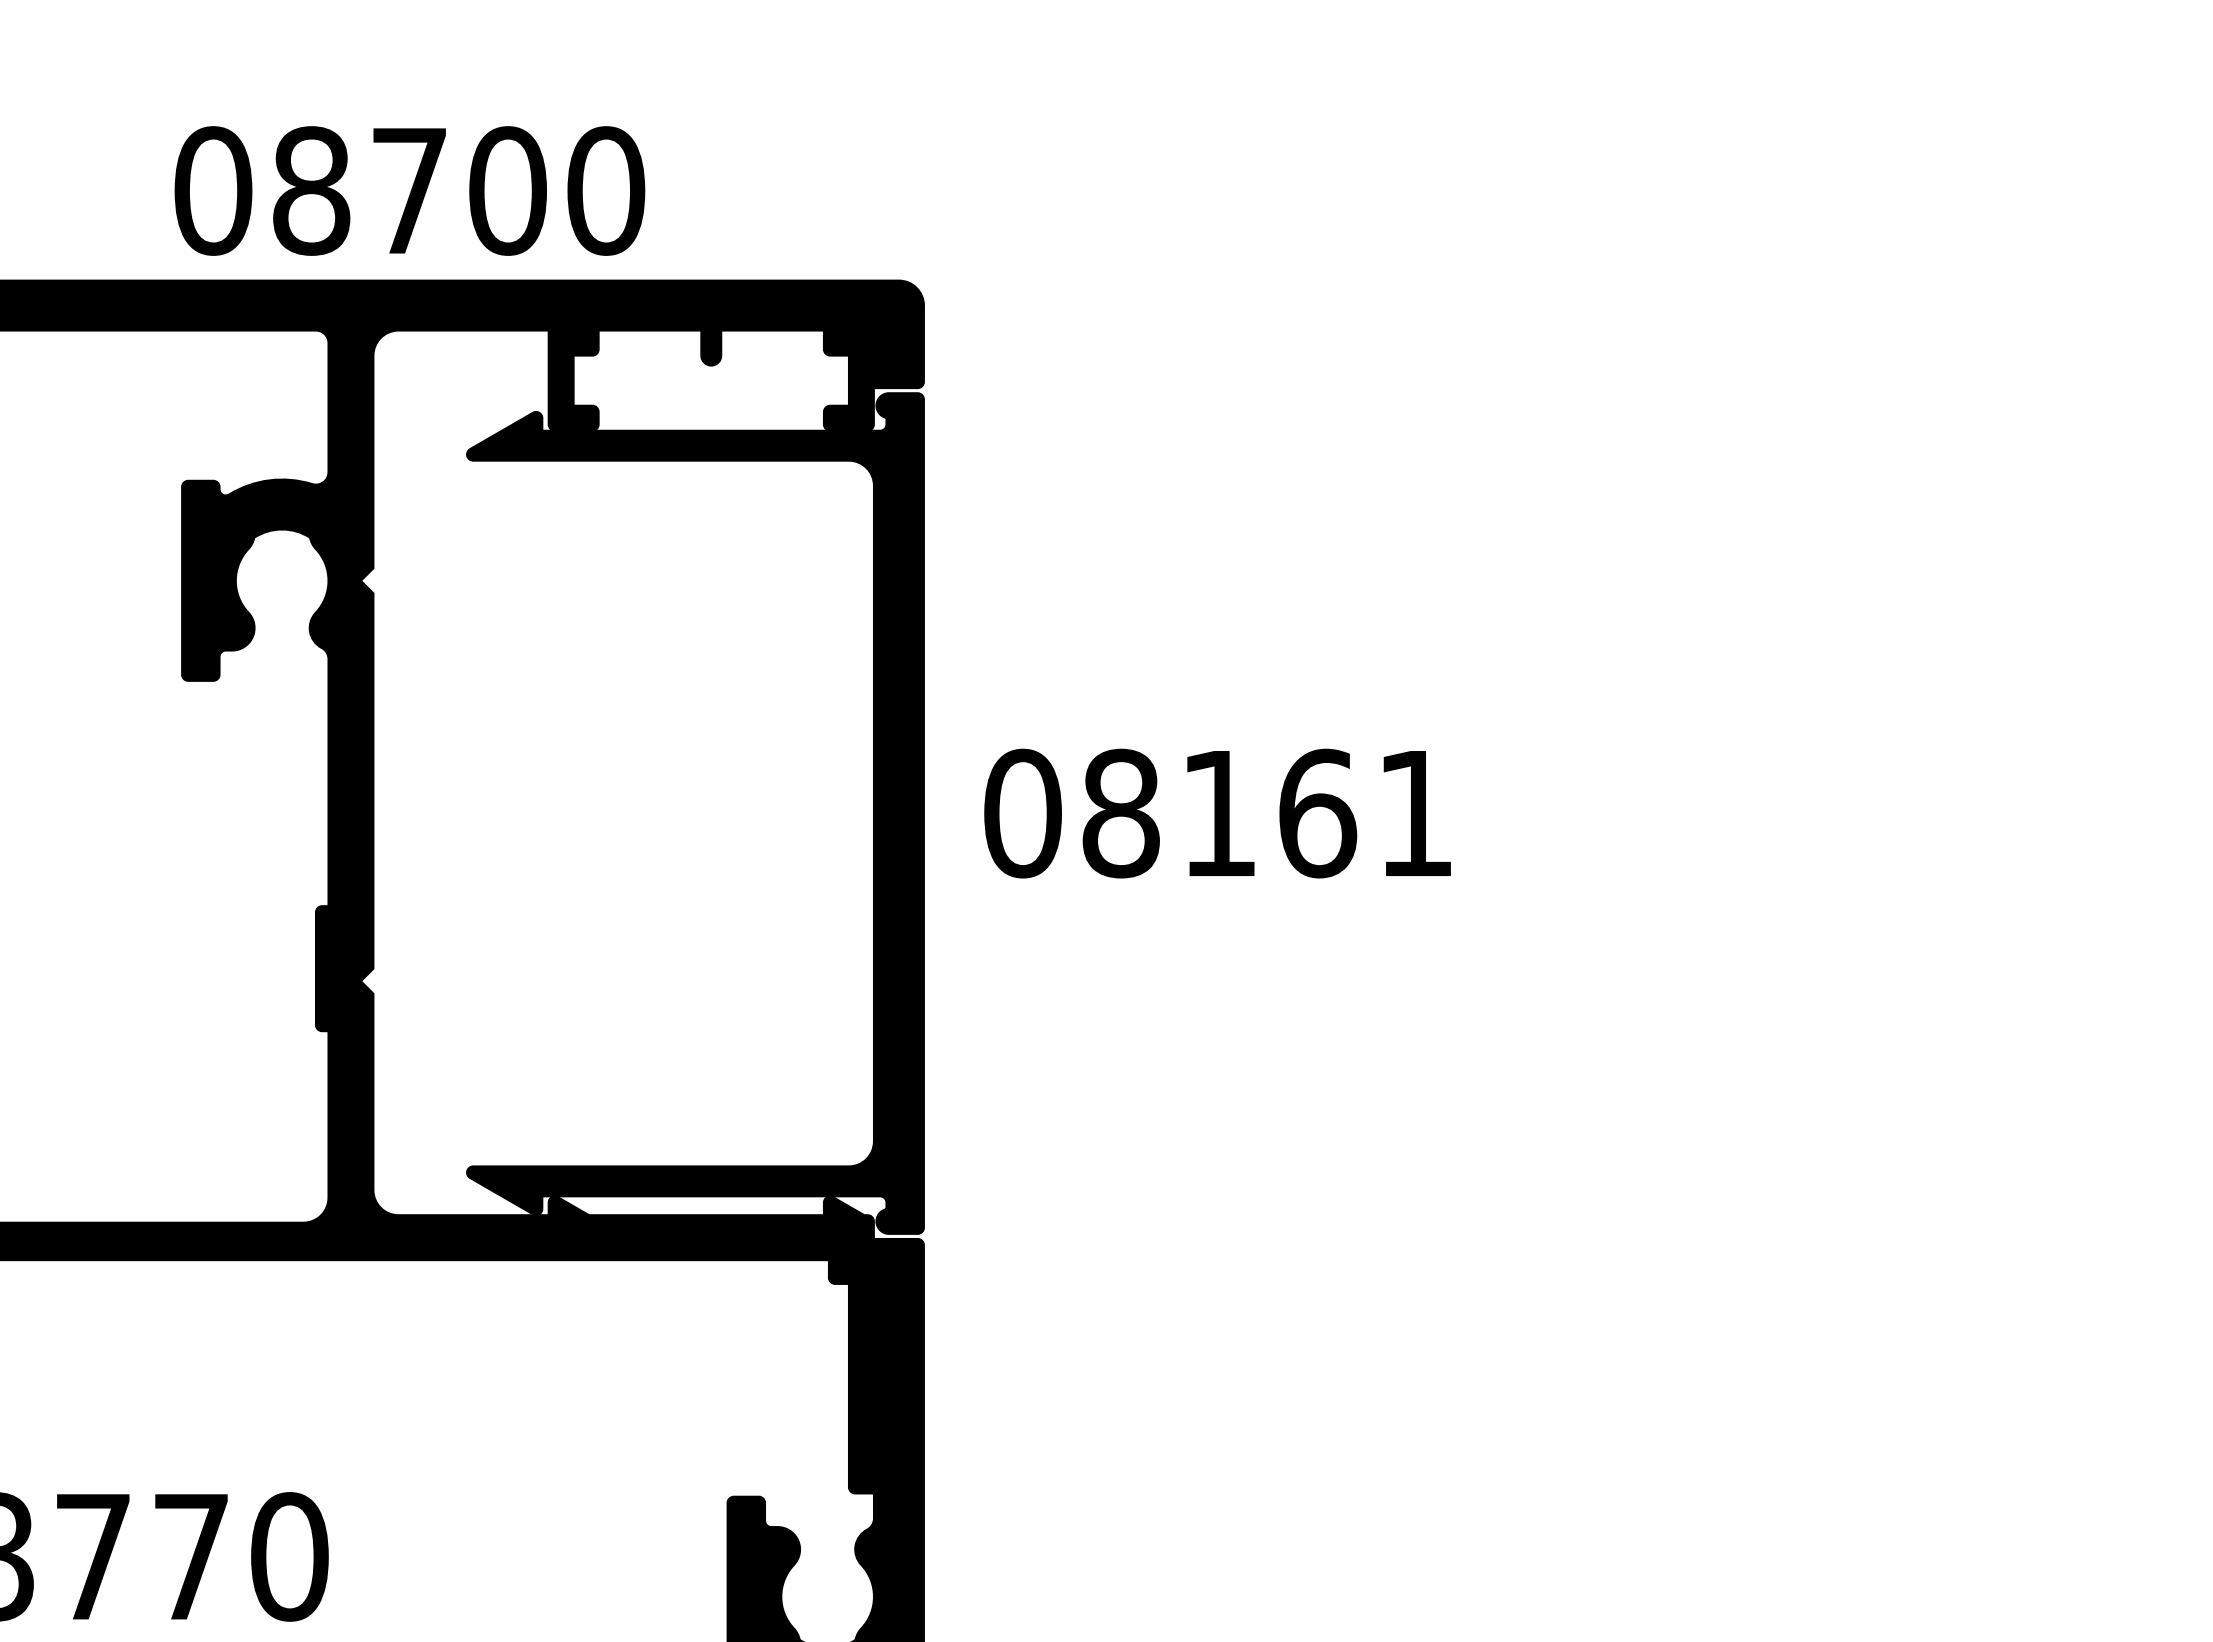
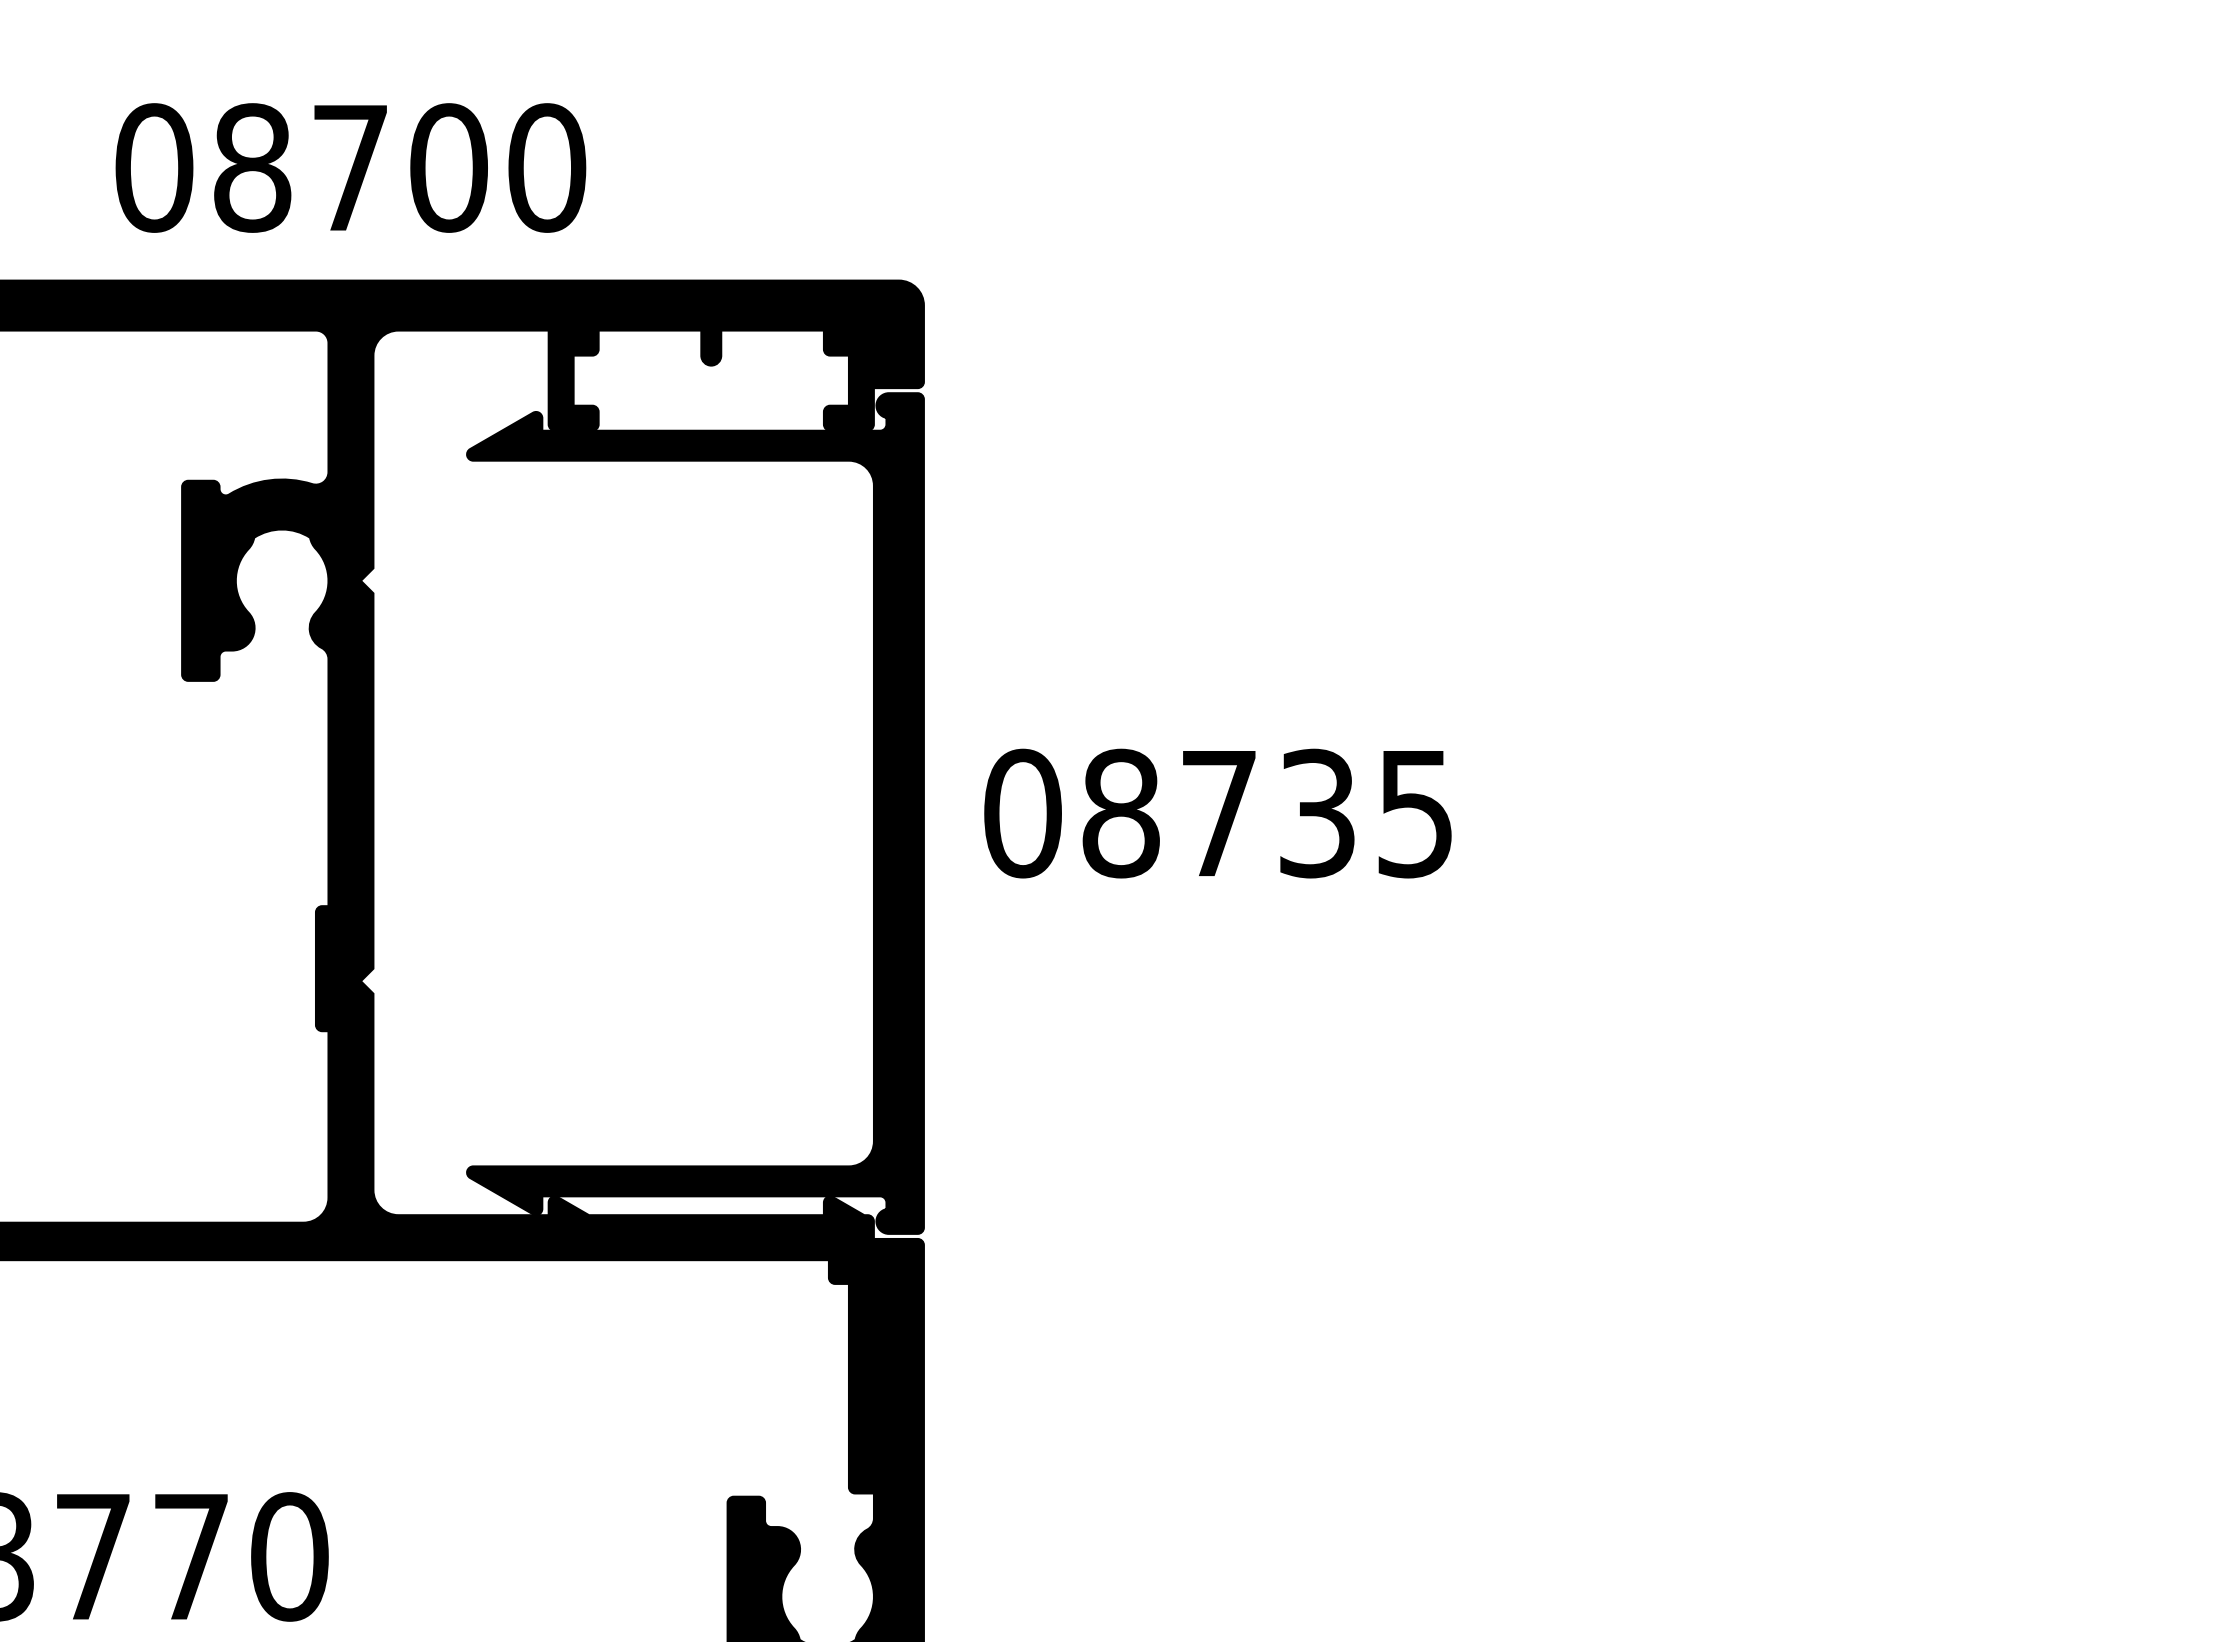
text at (409, 190) position: (409, 190) -> (350, 167)
text at (1317, 813): 08161 -> 08735
